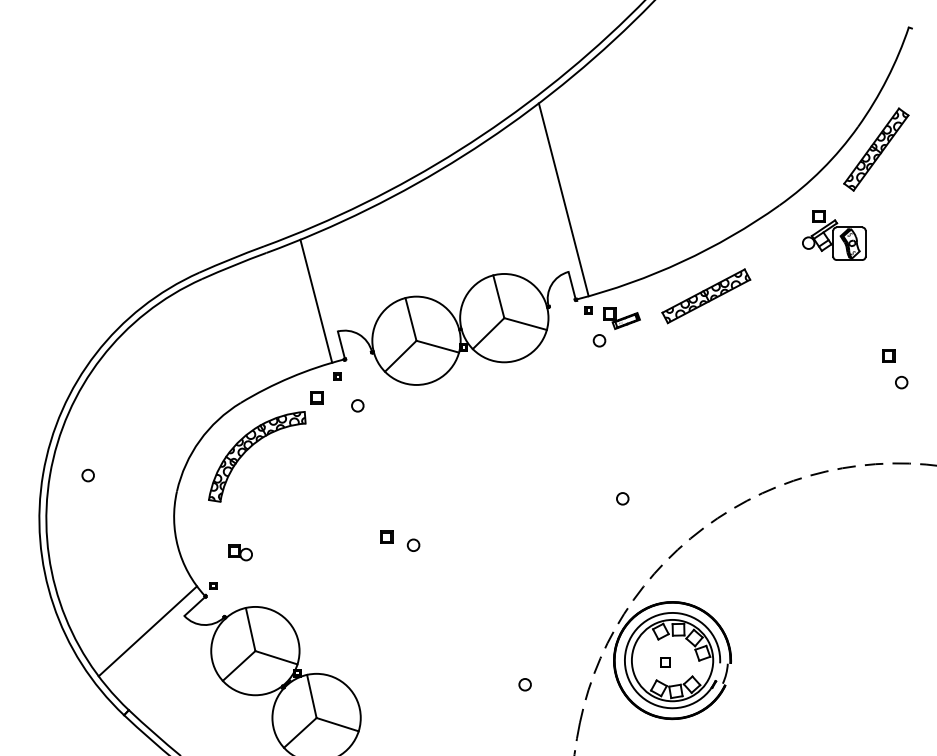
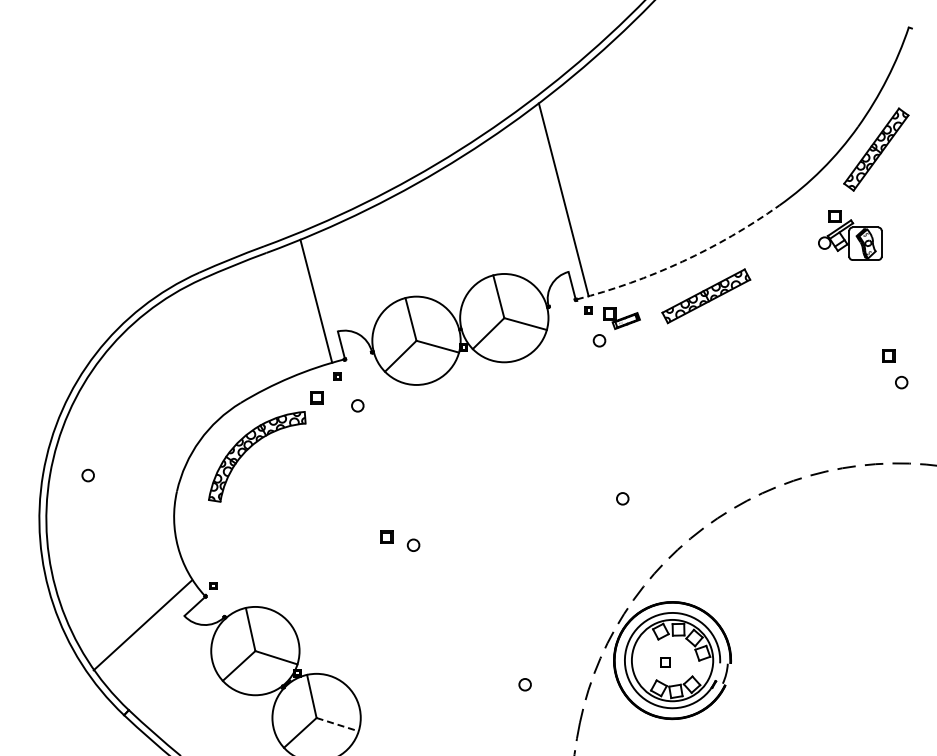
part at (834, 235) position: (834, 235) -> (850, 235)
arc at (682, 261): solid -> dashed
part at (240, 552): present -> none
line at (147, 631) position: (147, 631) -> (142, 625)
line at (338, 724): solid -> dashed
